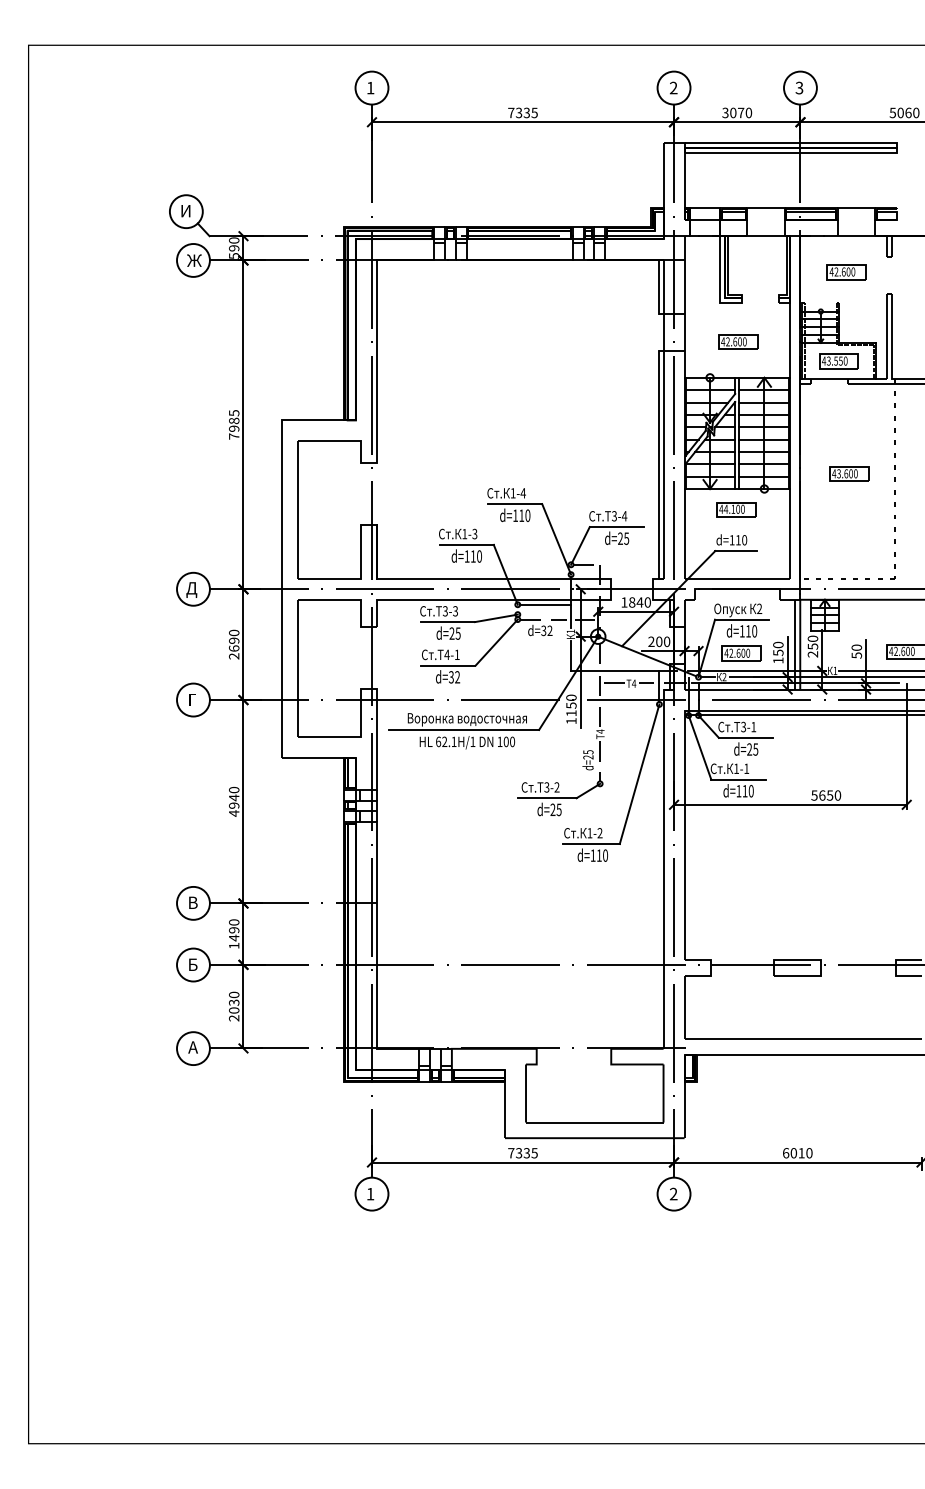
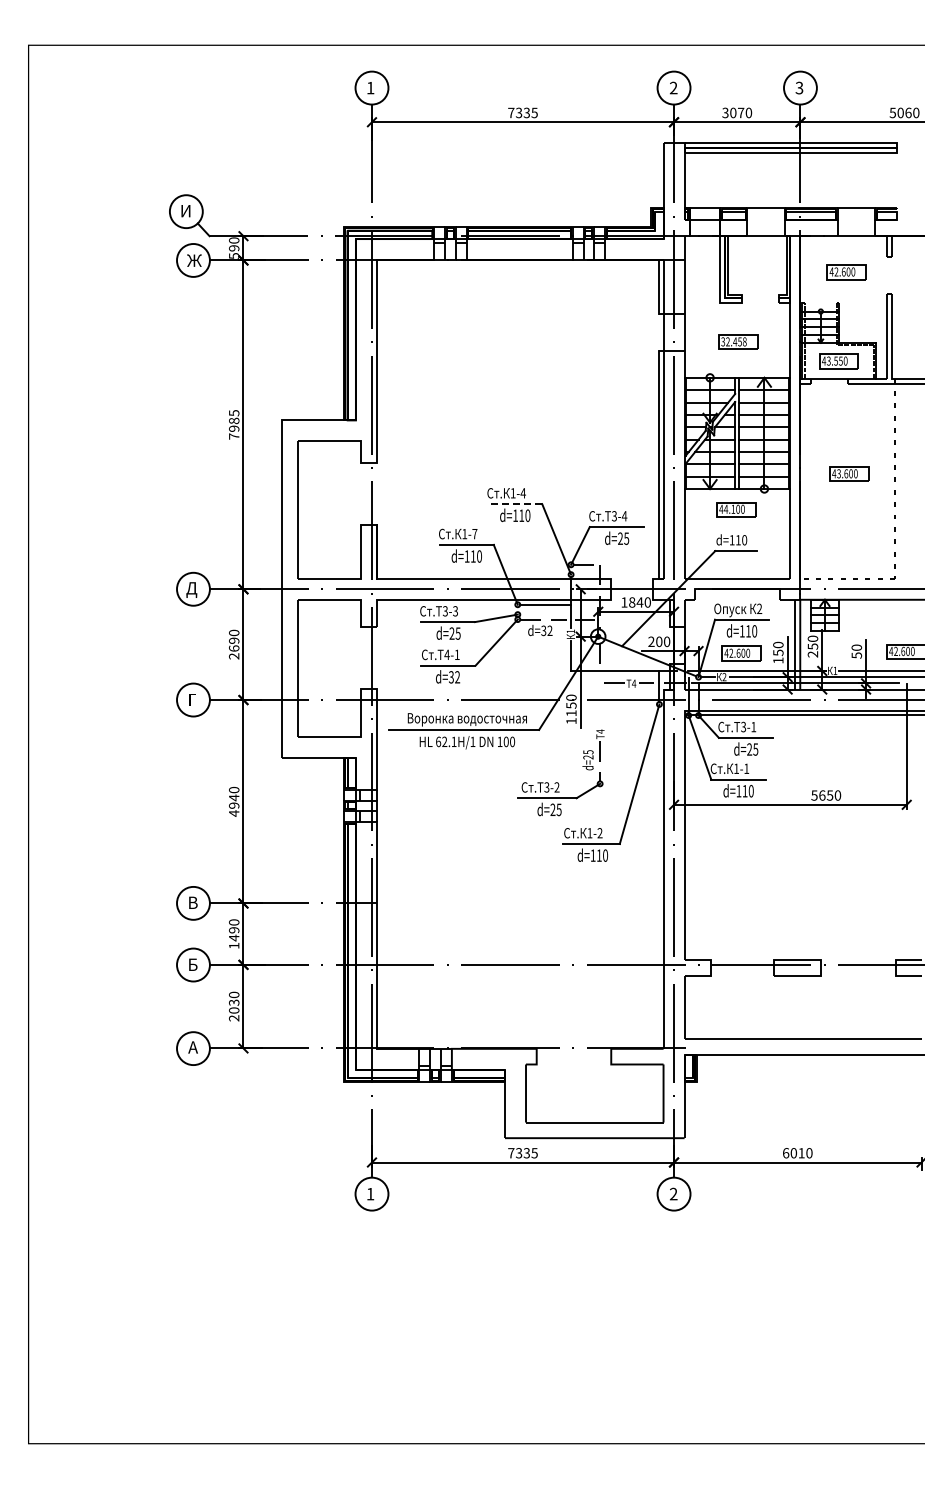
text at (733, 341): 42.600 -> 32.458
line at (514, 504): solid -> dashed
text at (474, 533): 1-3 -> 1-7
line at (600, 700): present -> none
